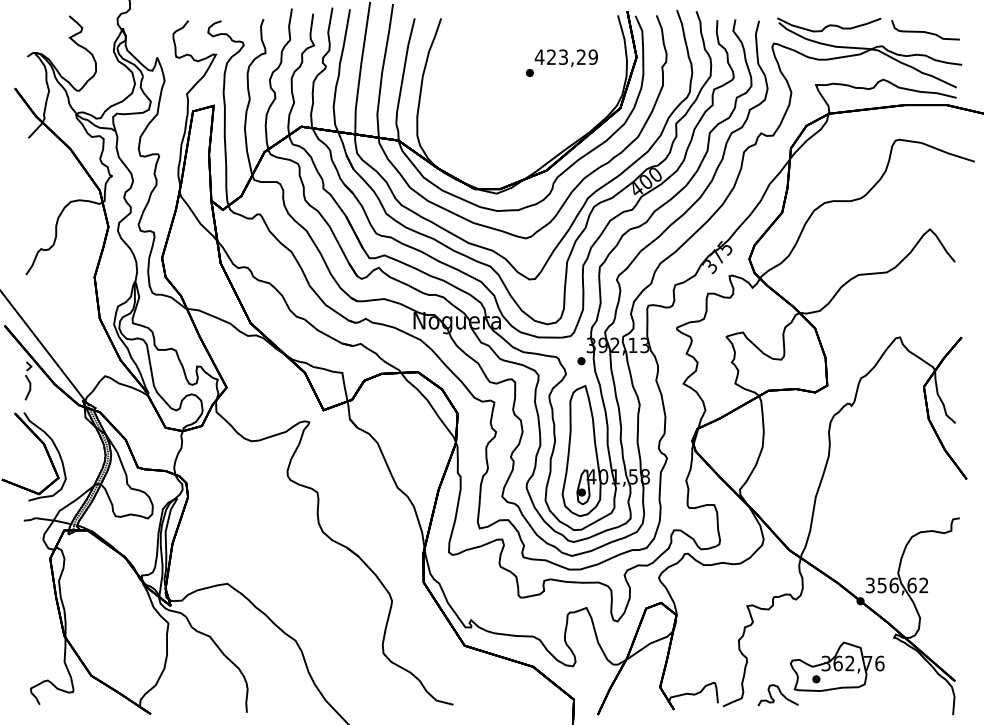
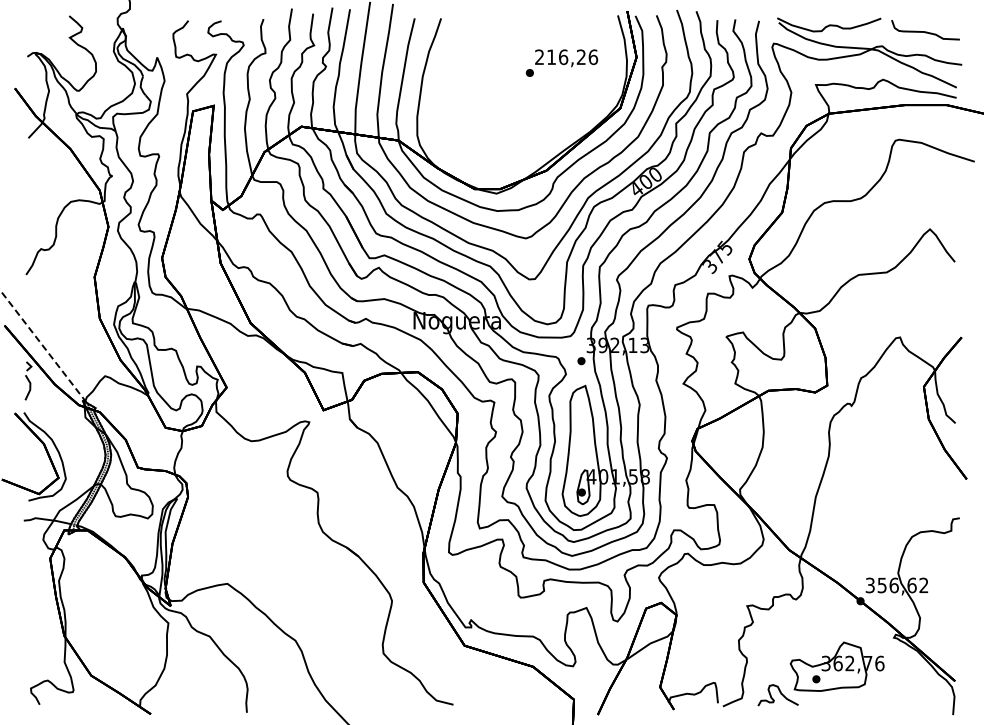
text at (566, 57): 423,29 -> 216,26
line at (43, 346): solid -> dashed
